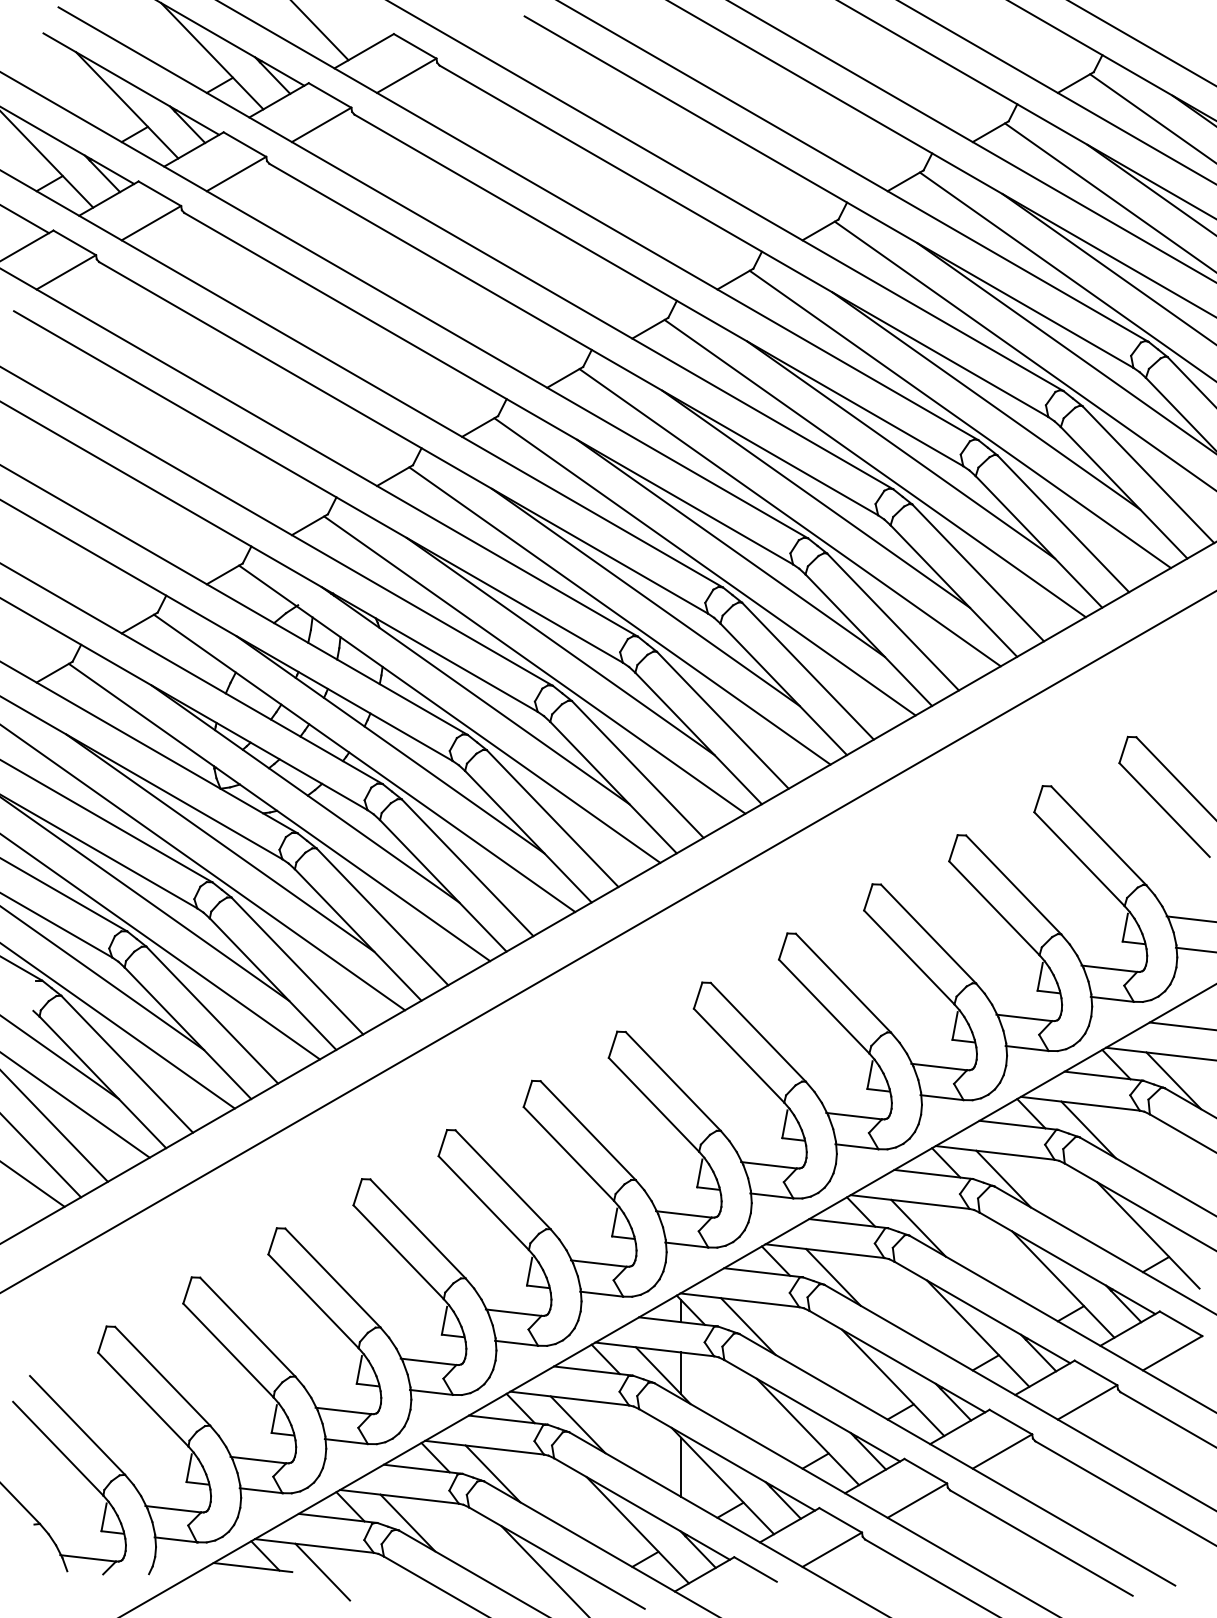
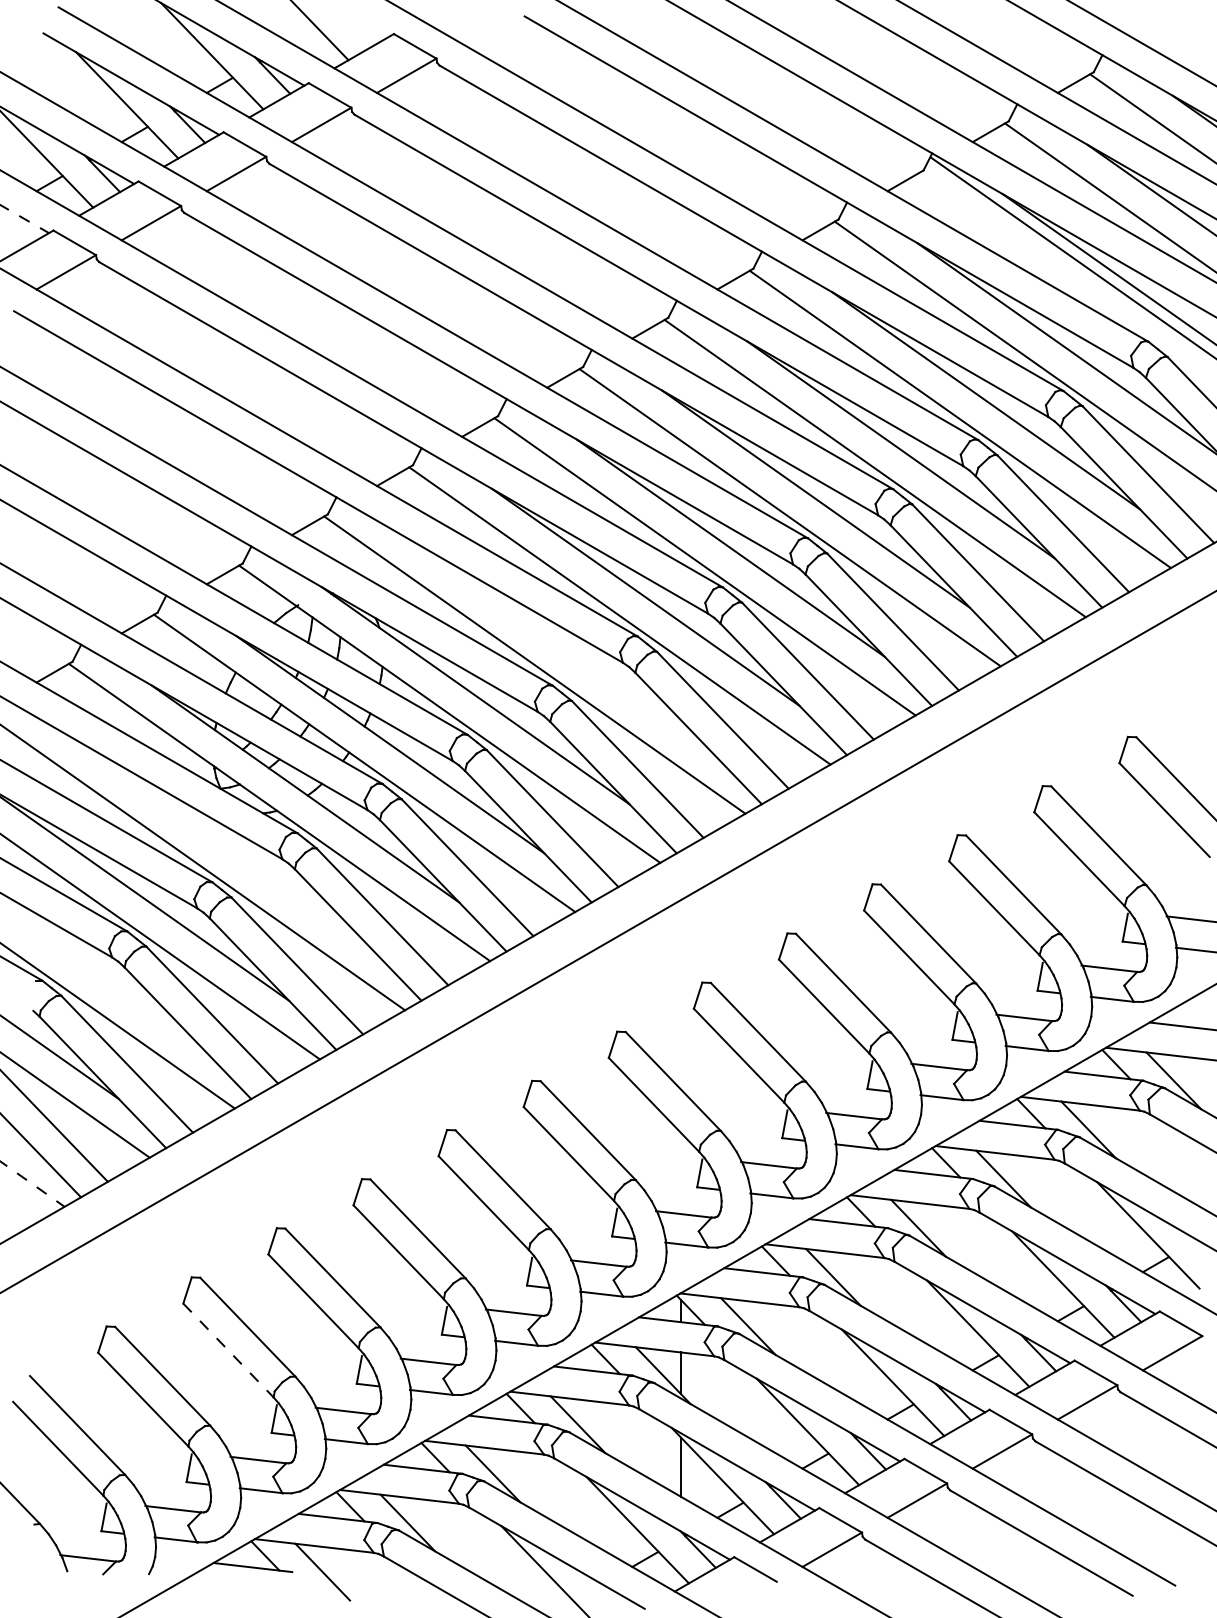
line at (24, 219): solid -> dashed
line at (1066, 275) position: (1066, 275) -> (1071, 257)
line at (560, 646): present -> none
line at (220, 842): present -> none
line at (103, 978): present -> none
line at (32, 1184): solid -> dashed
line at (228, 1350): solid -> dashed
